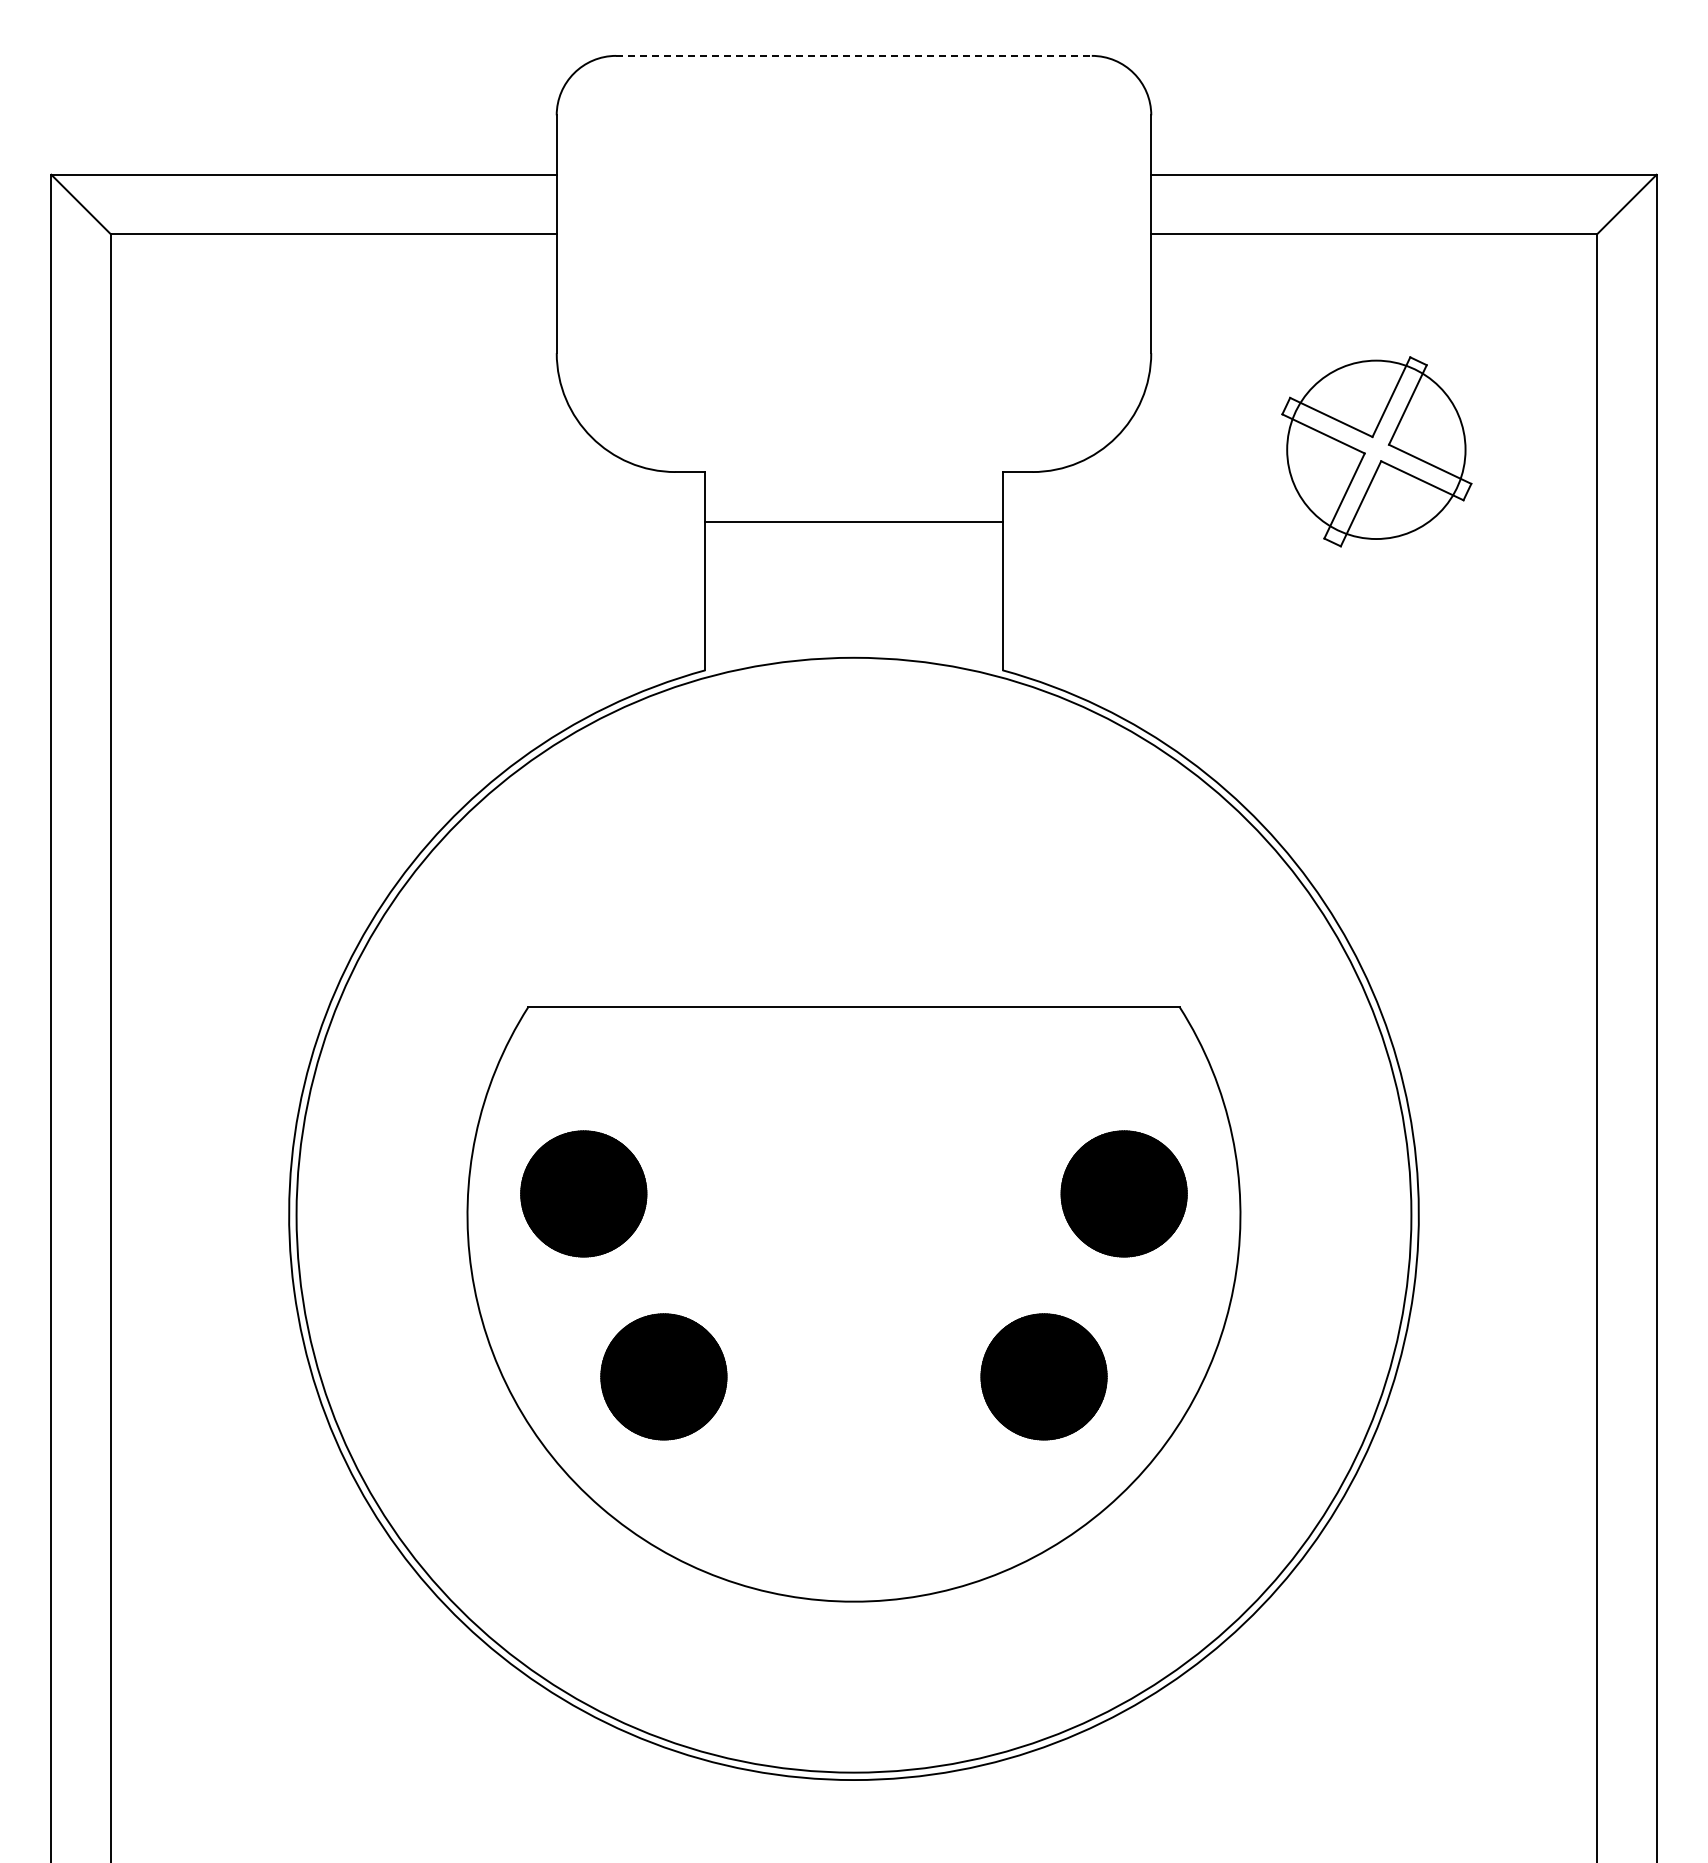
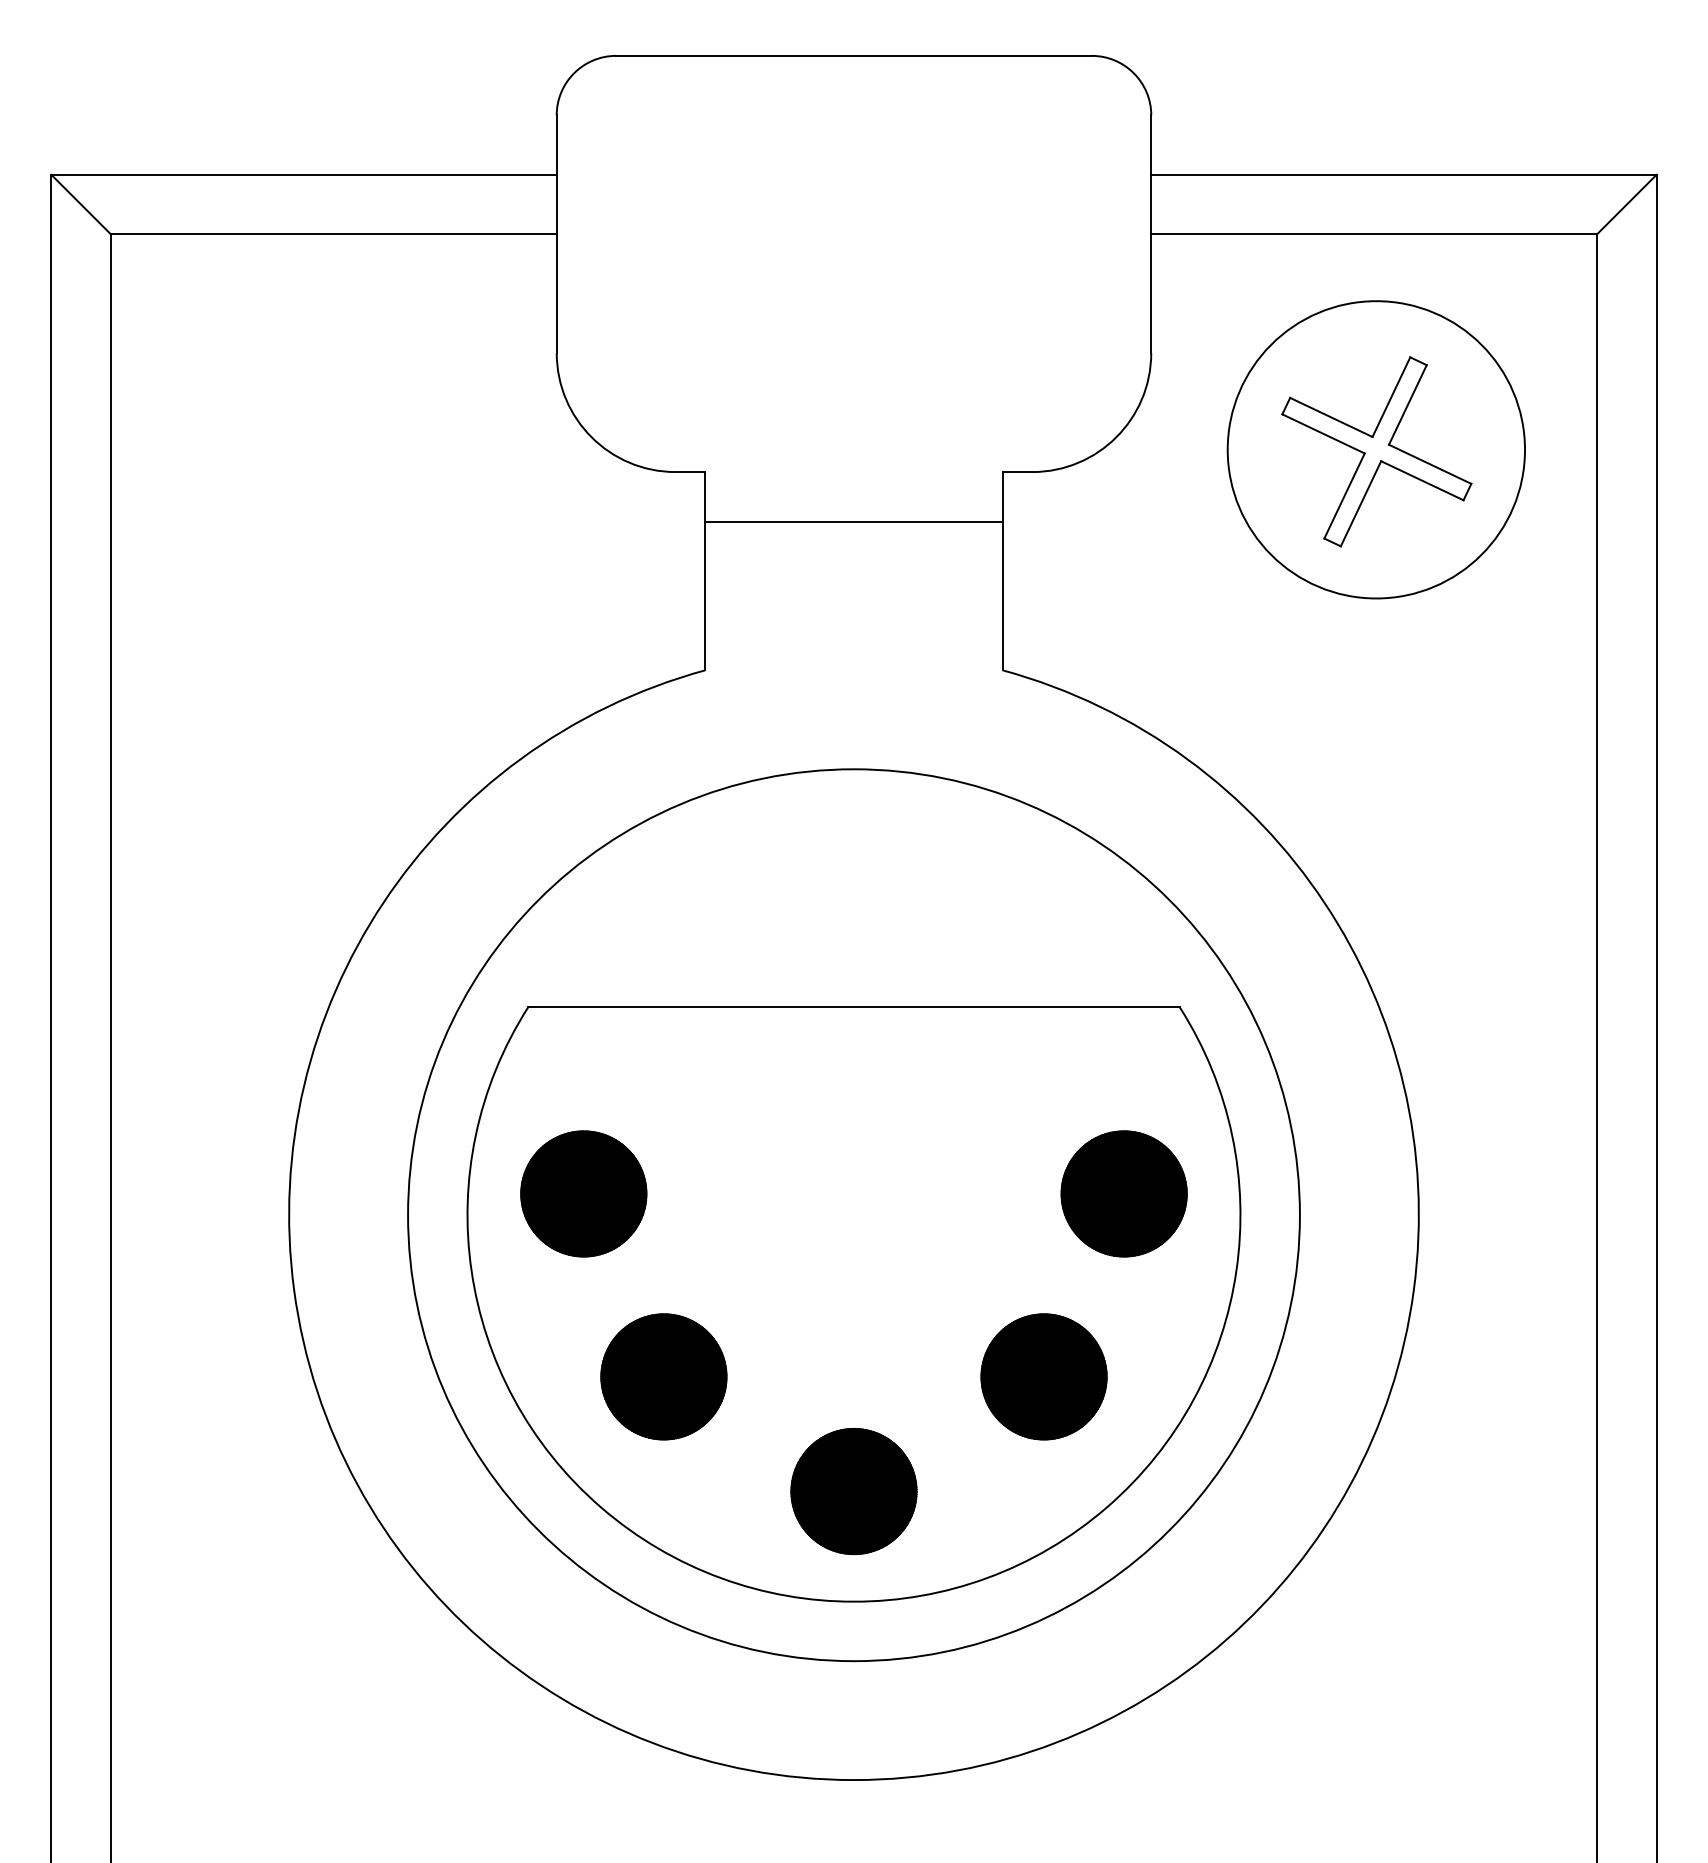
line at (854, 55): dashed -> solid
circle at (1376, 449) diameter: 178 px -> 297 px
circle at (853, 1214) diameter: 1115 px -> 892 px
part at (853, 1491): none -> present
